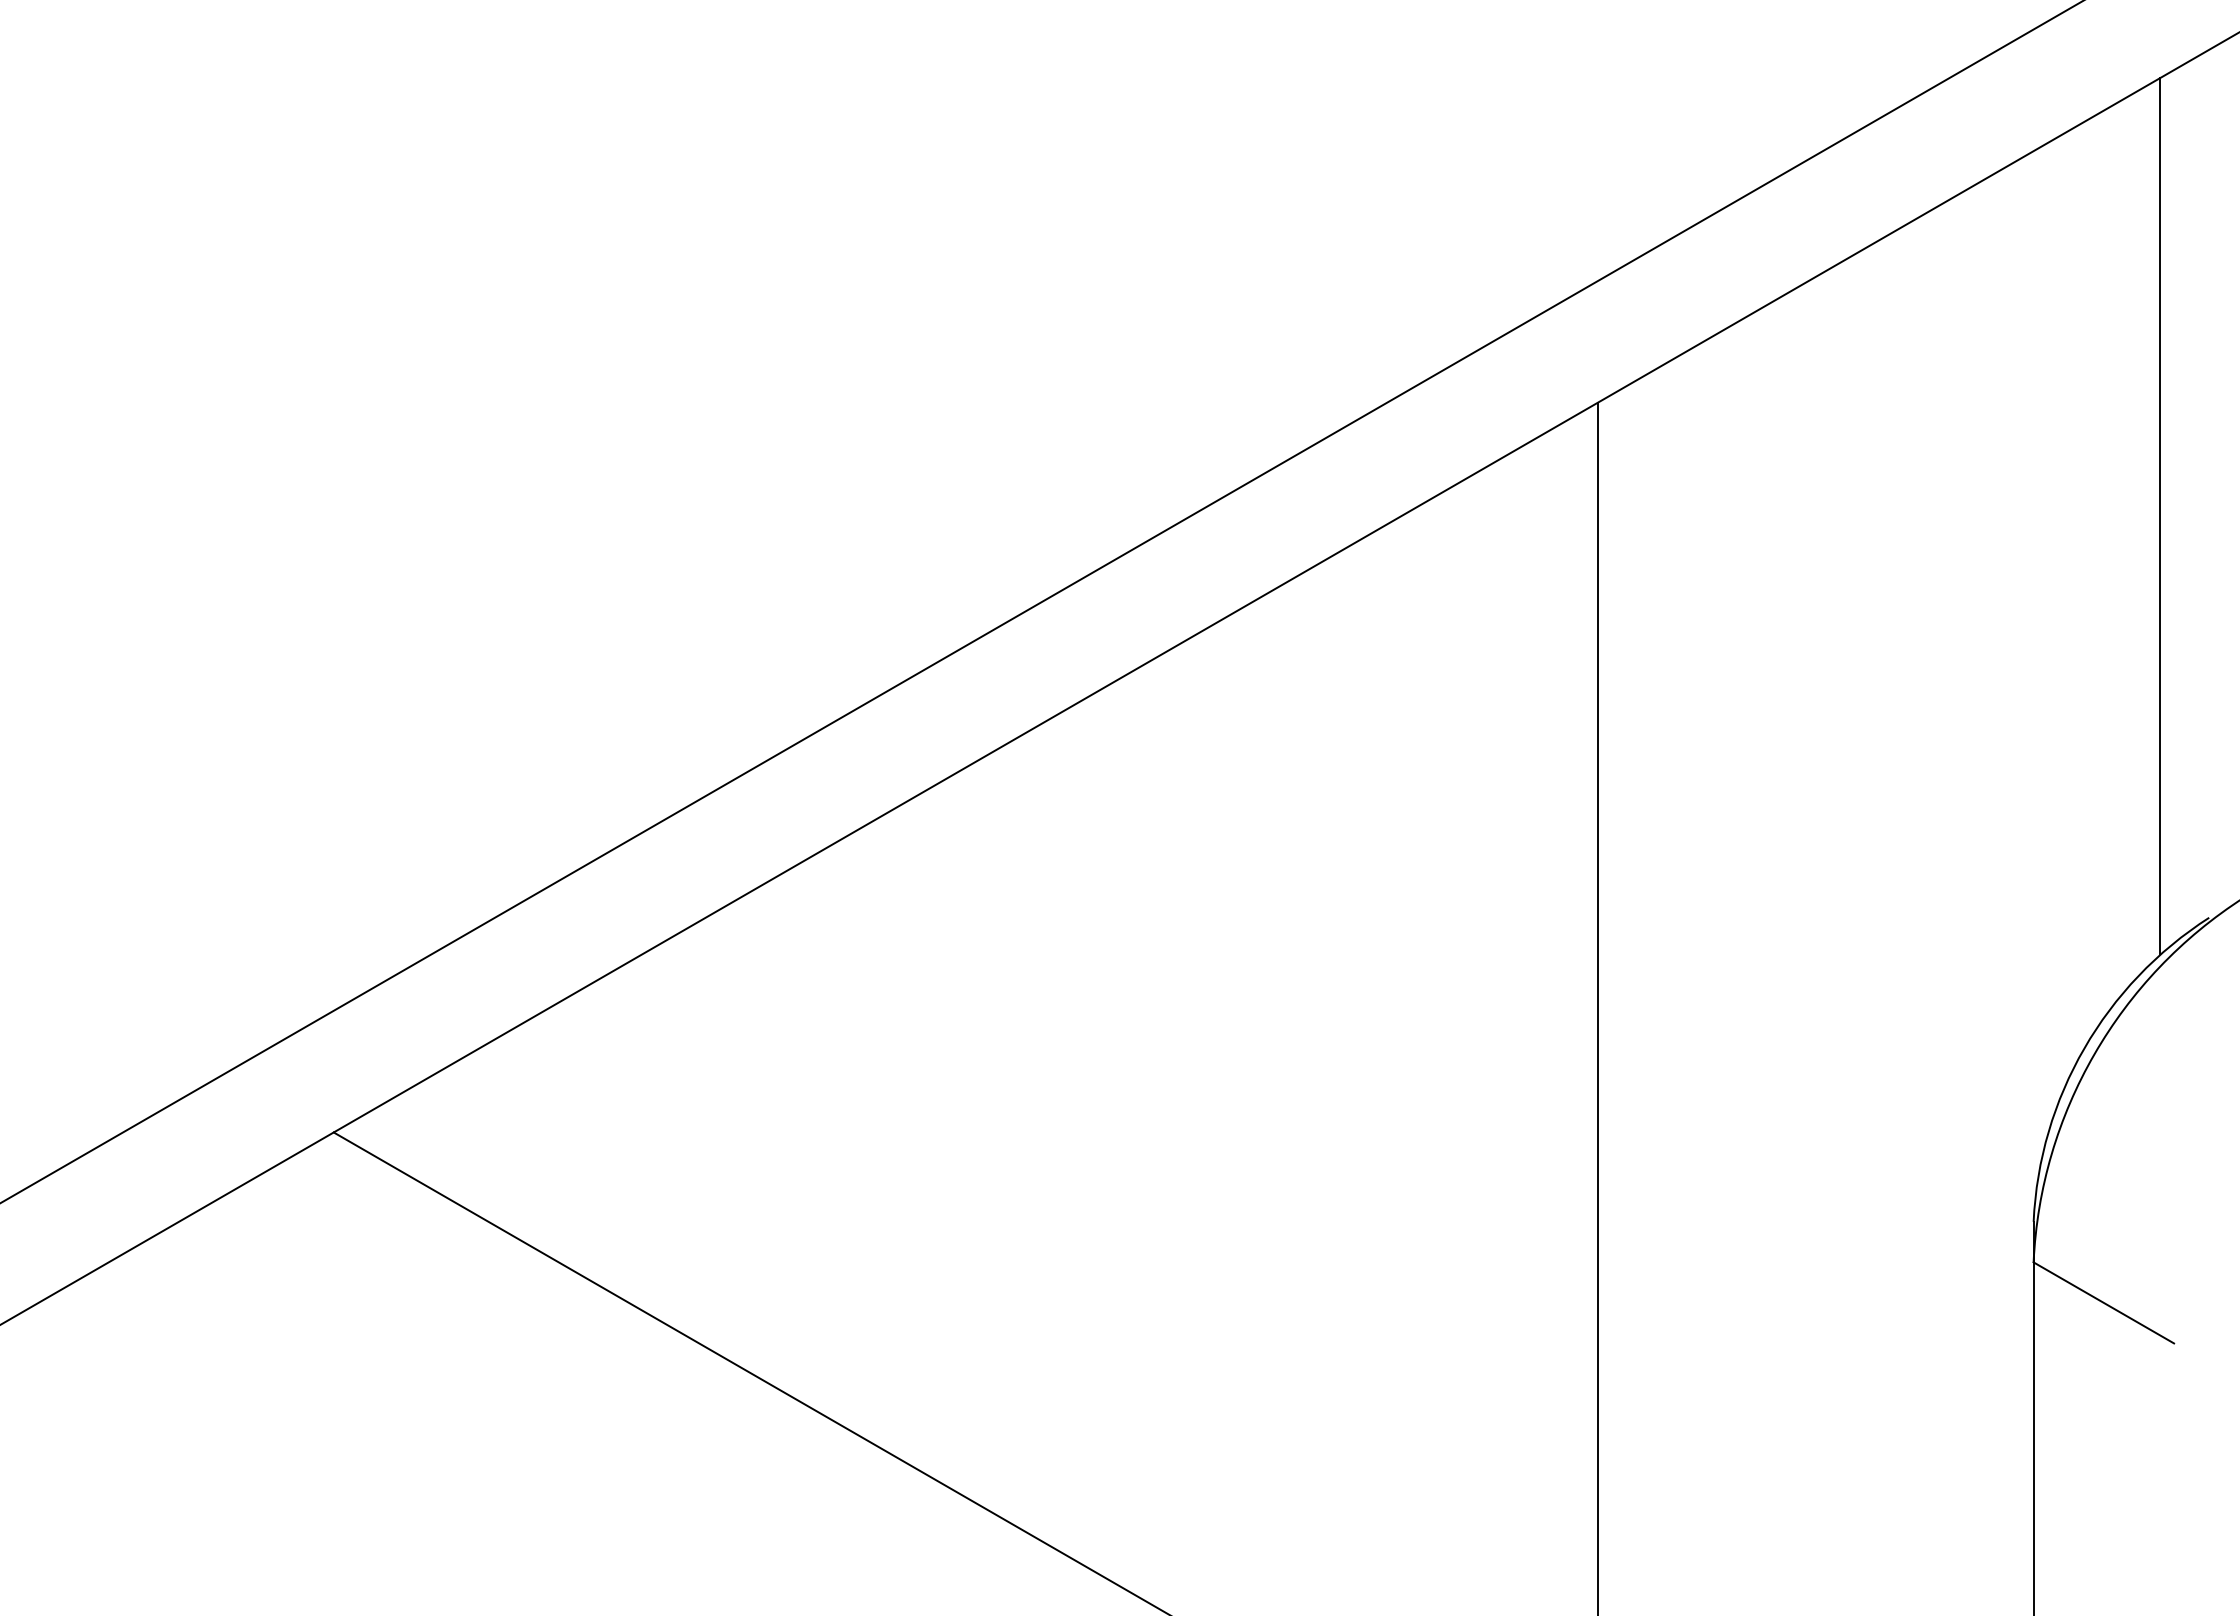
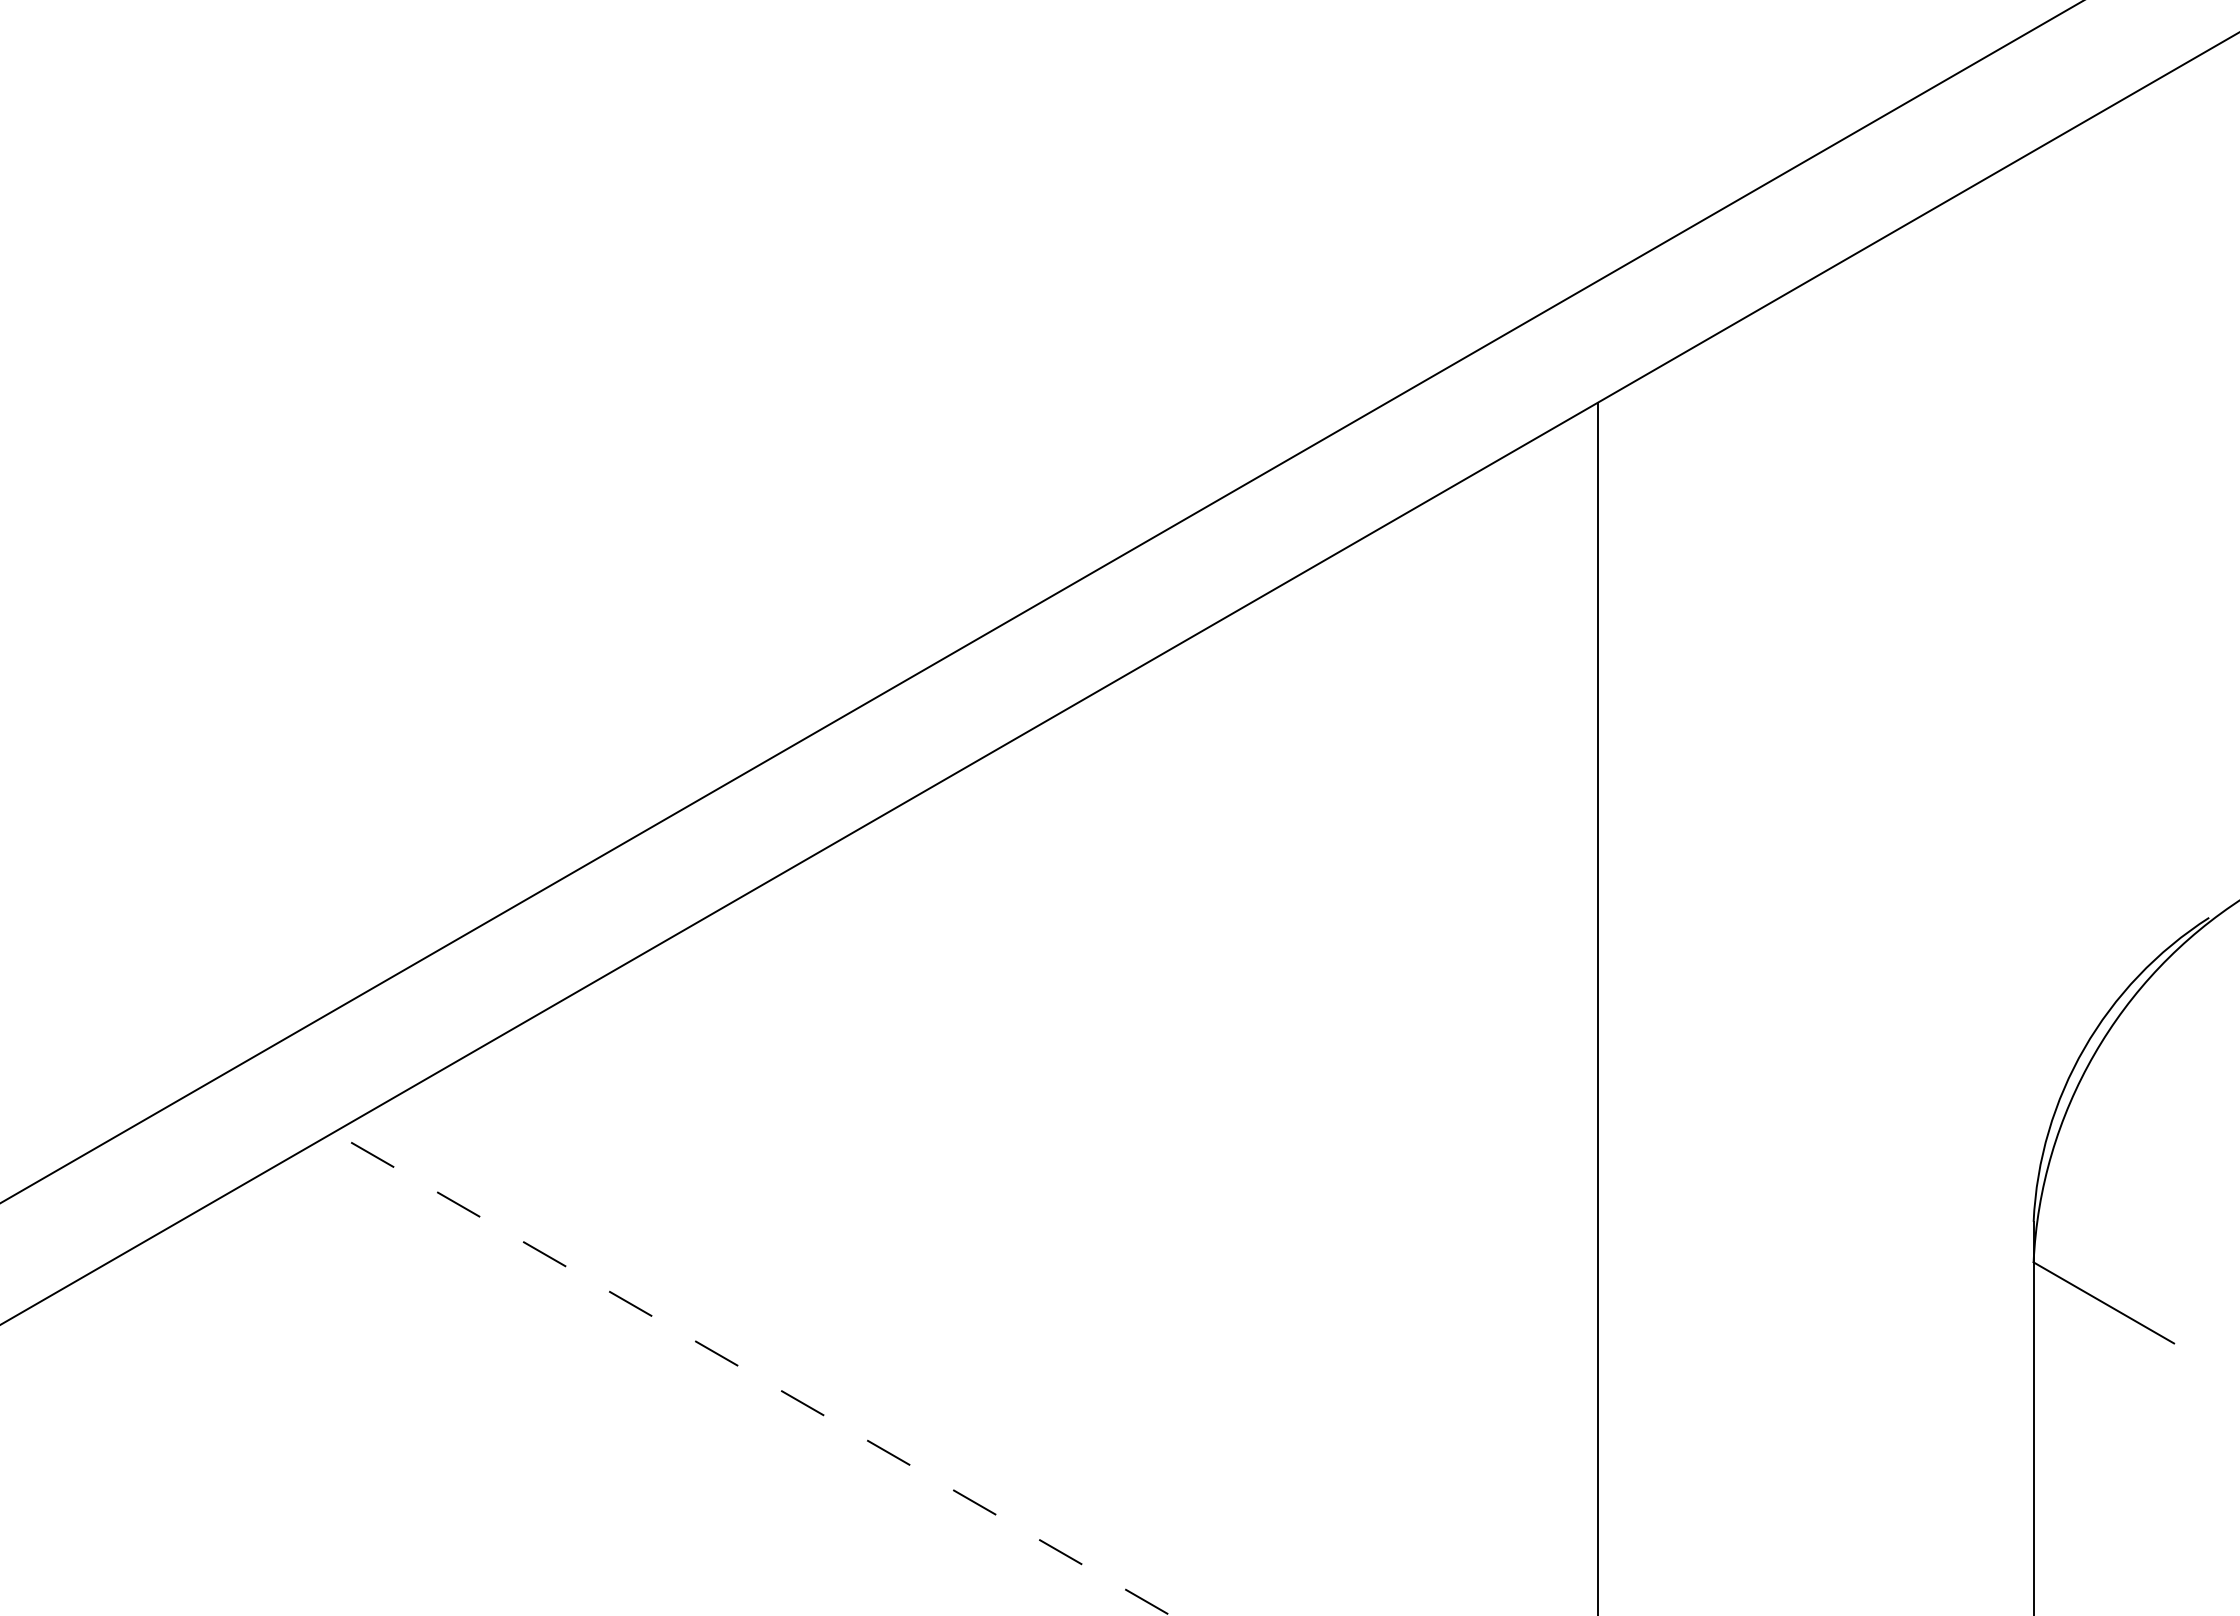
line at (2160, 516): present -> none
line at (751, 1373): solid -> dashed
